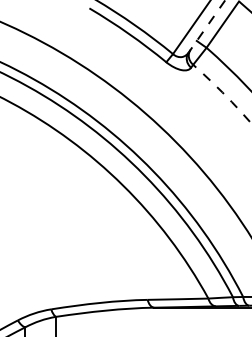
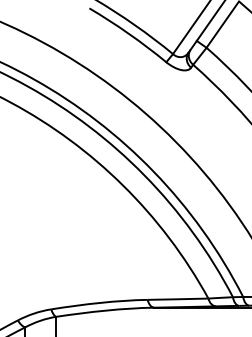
line at (206, 26): dashed -> solid
arc at (223, 93): dashed -> solid
